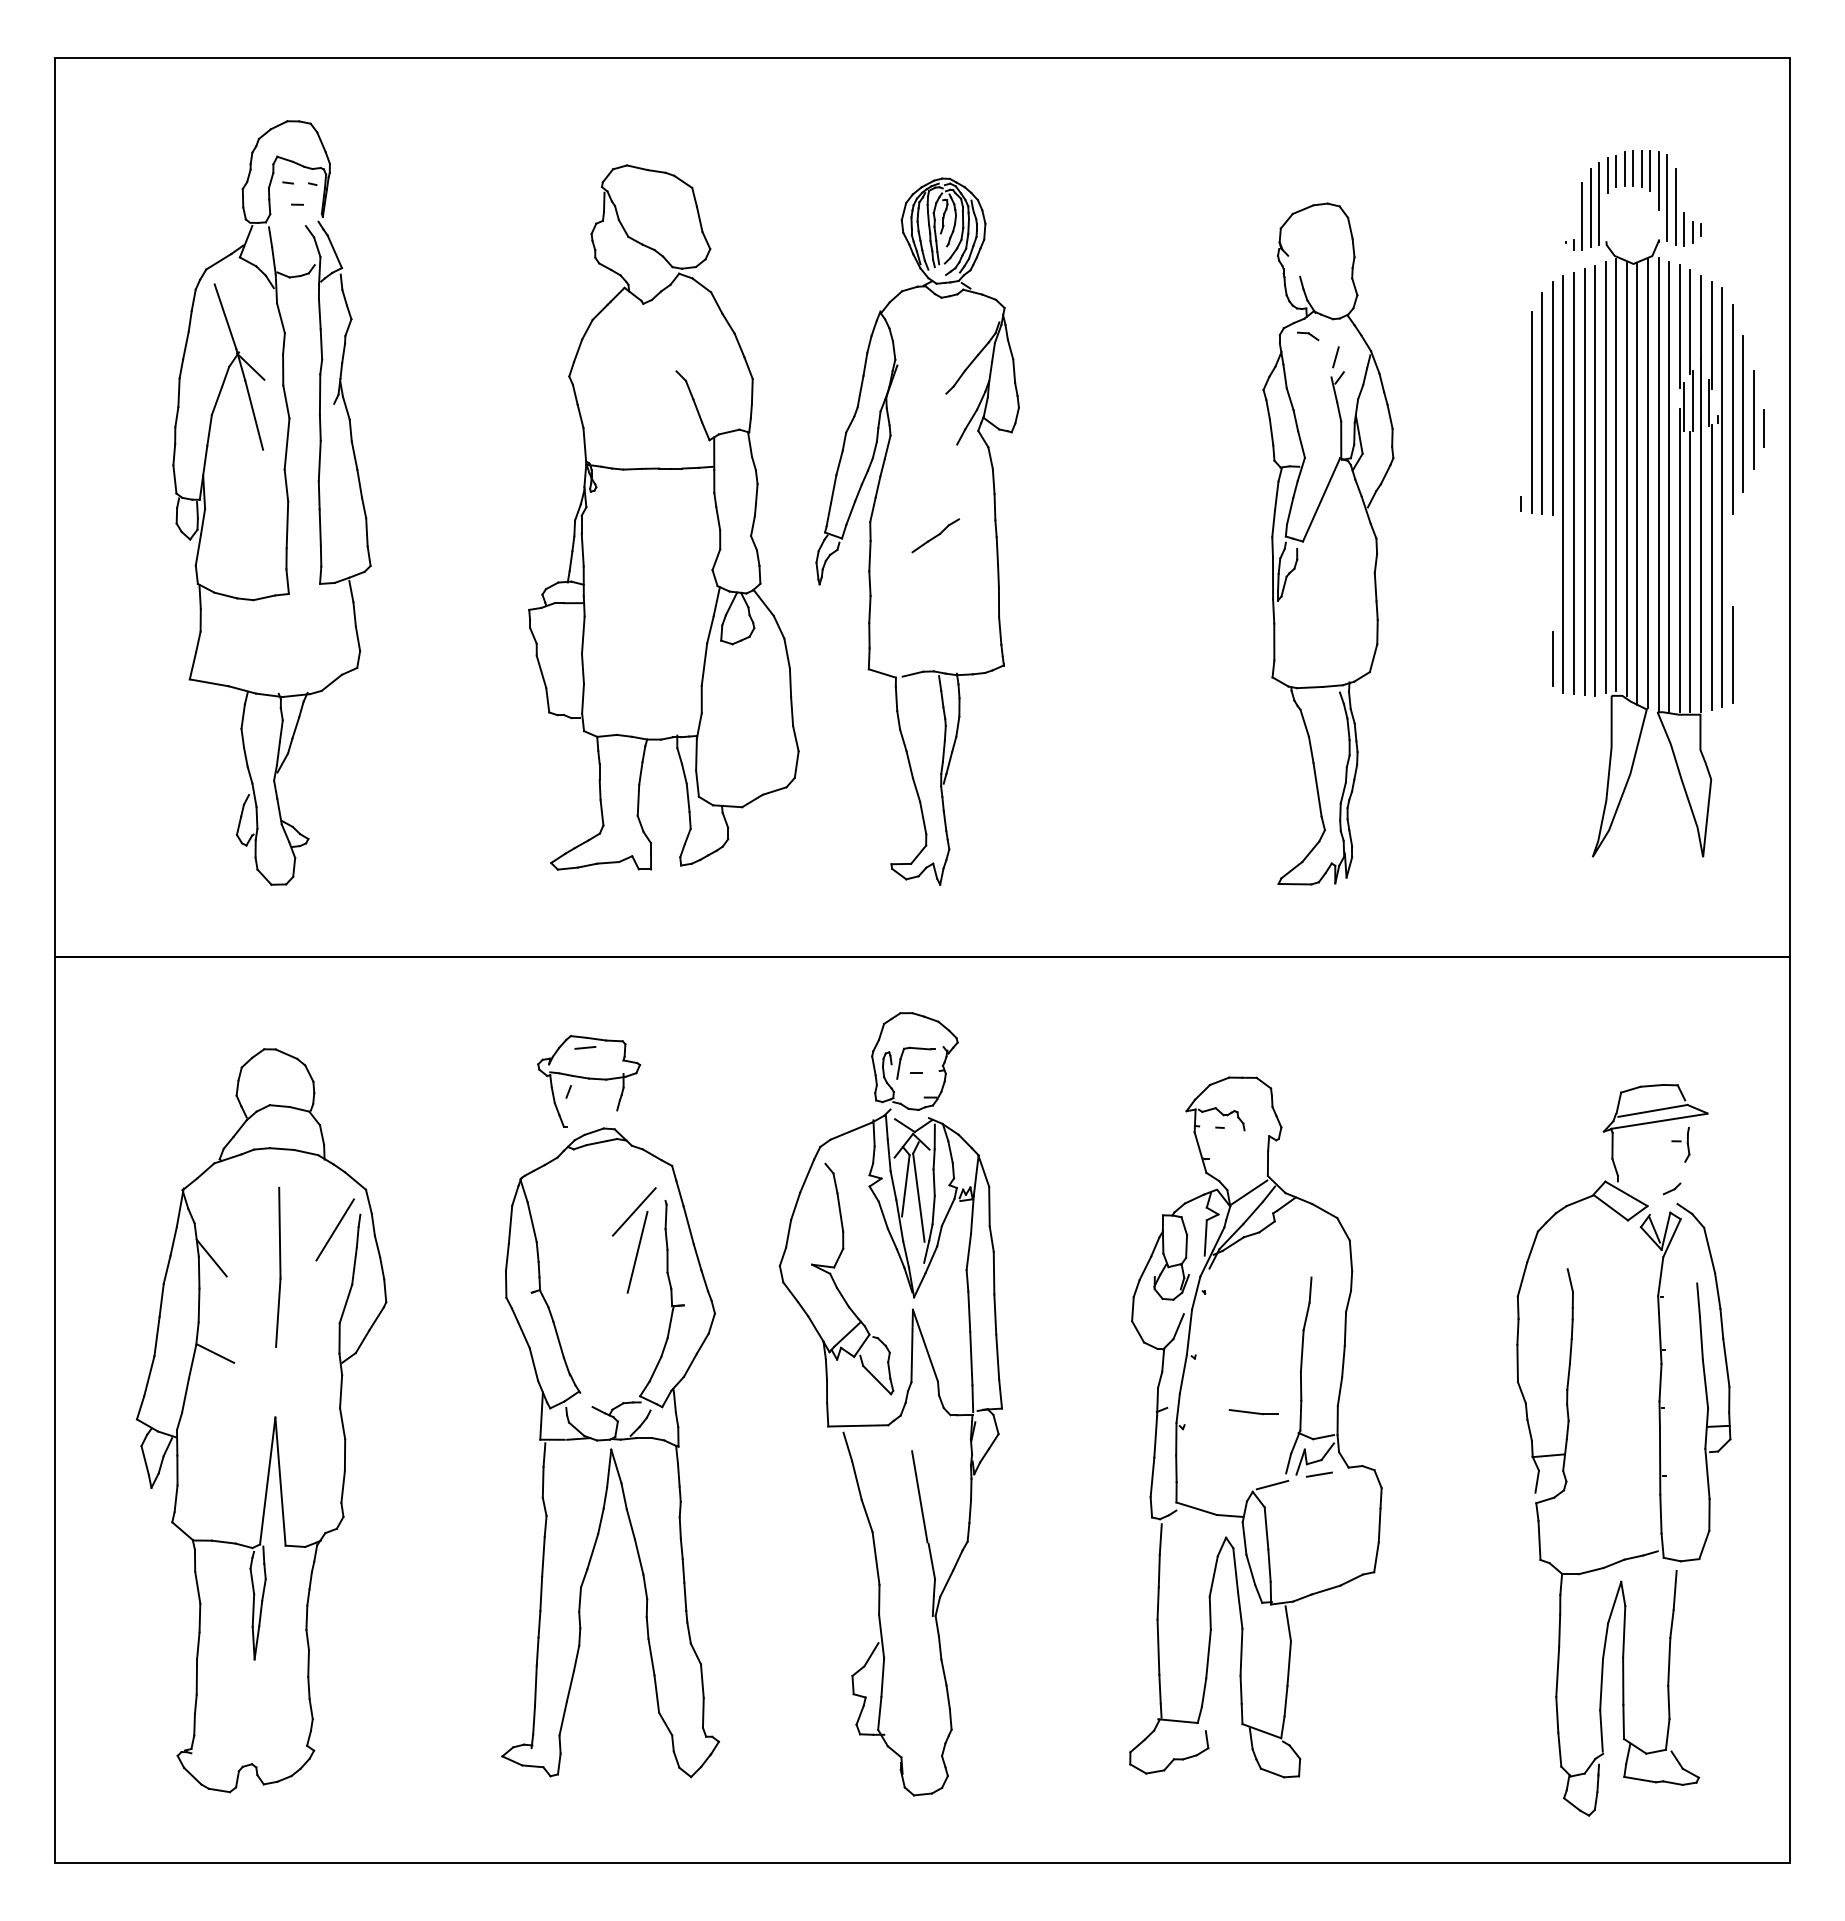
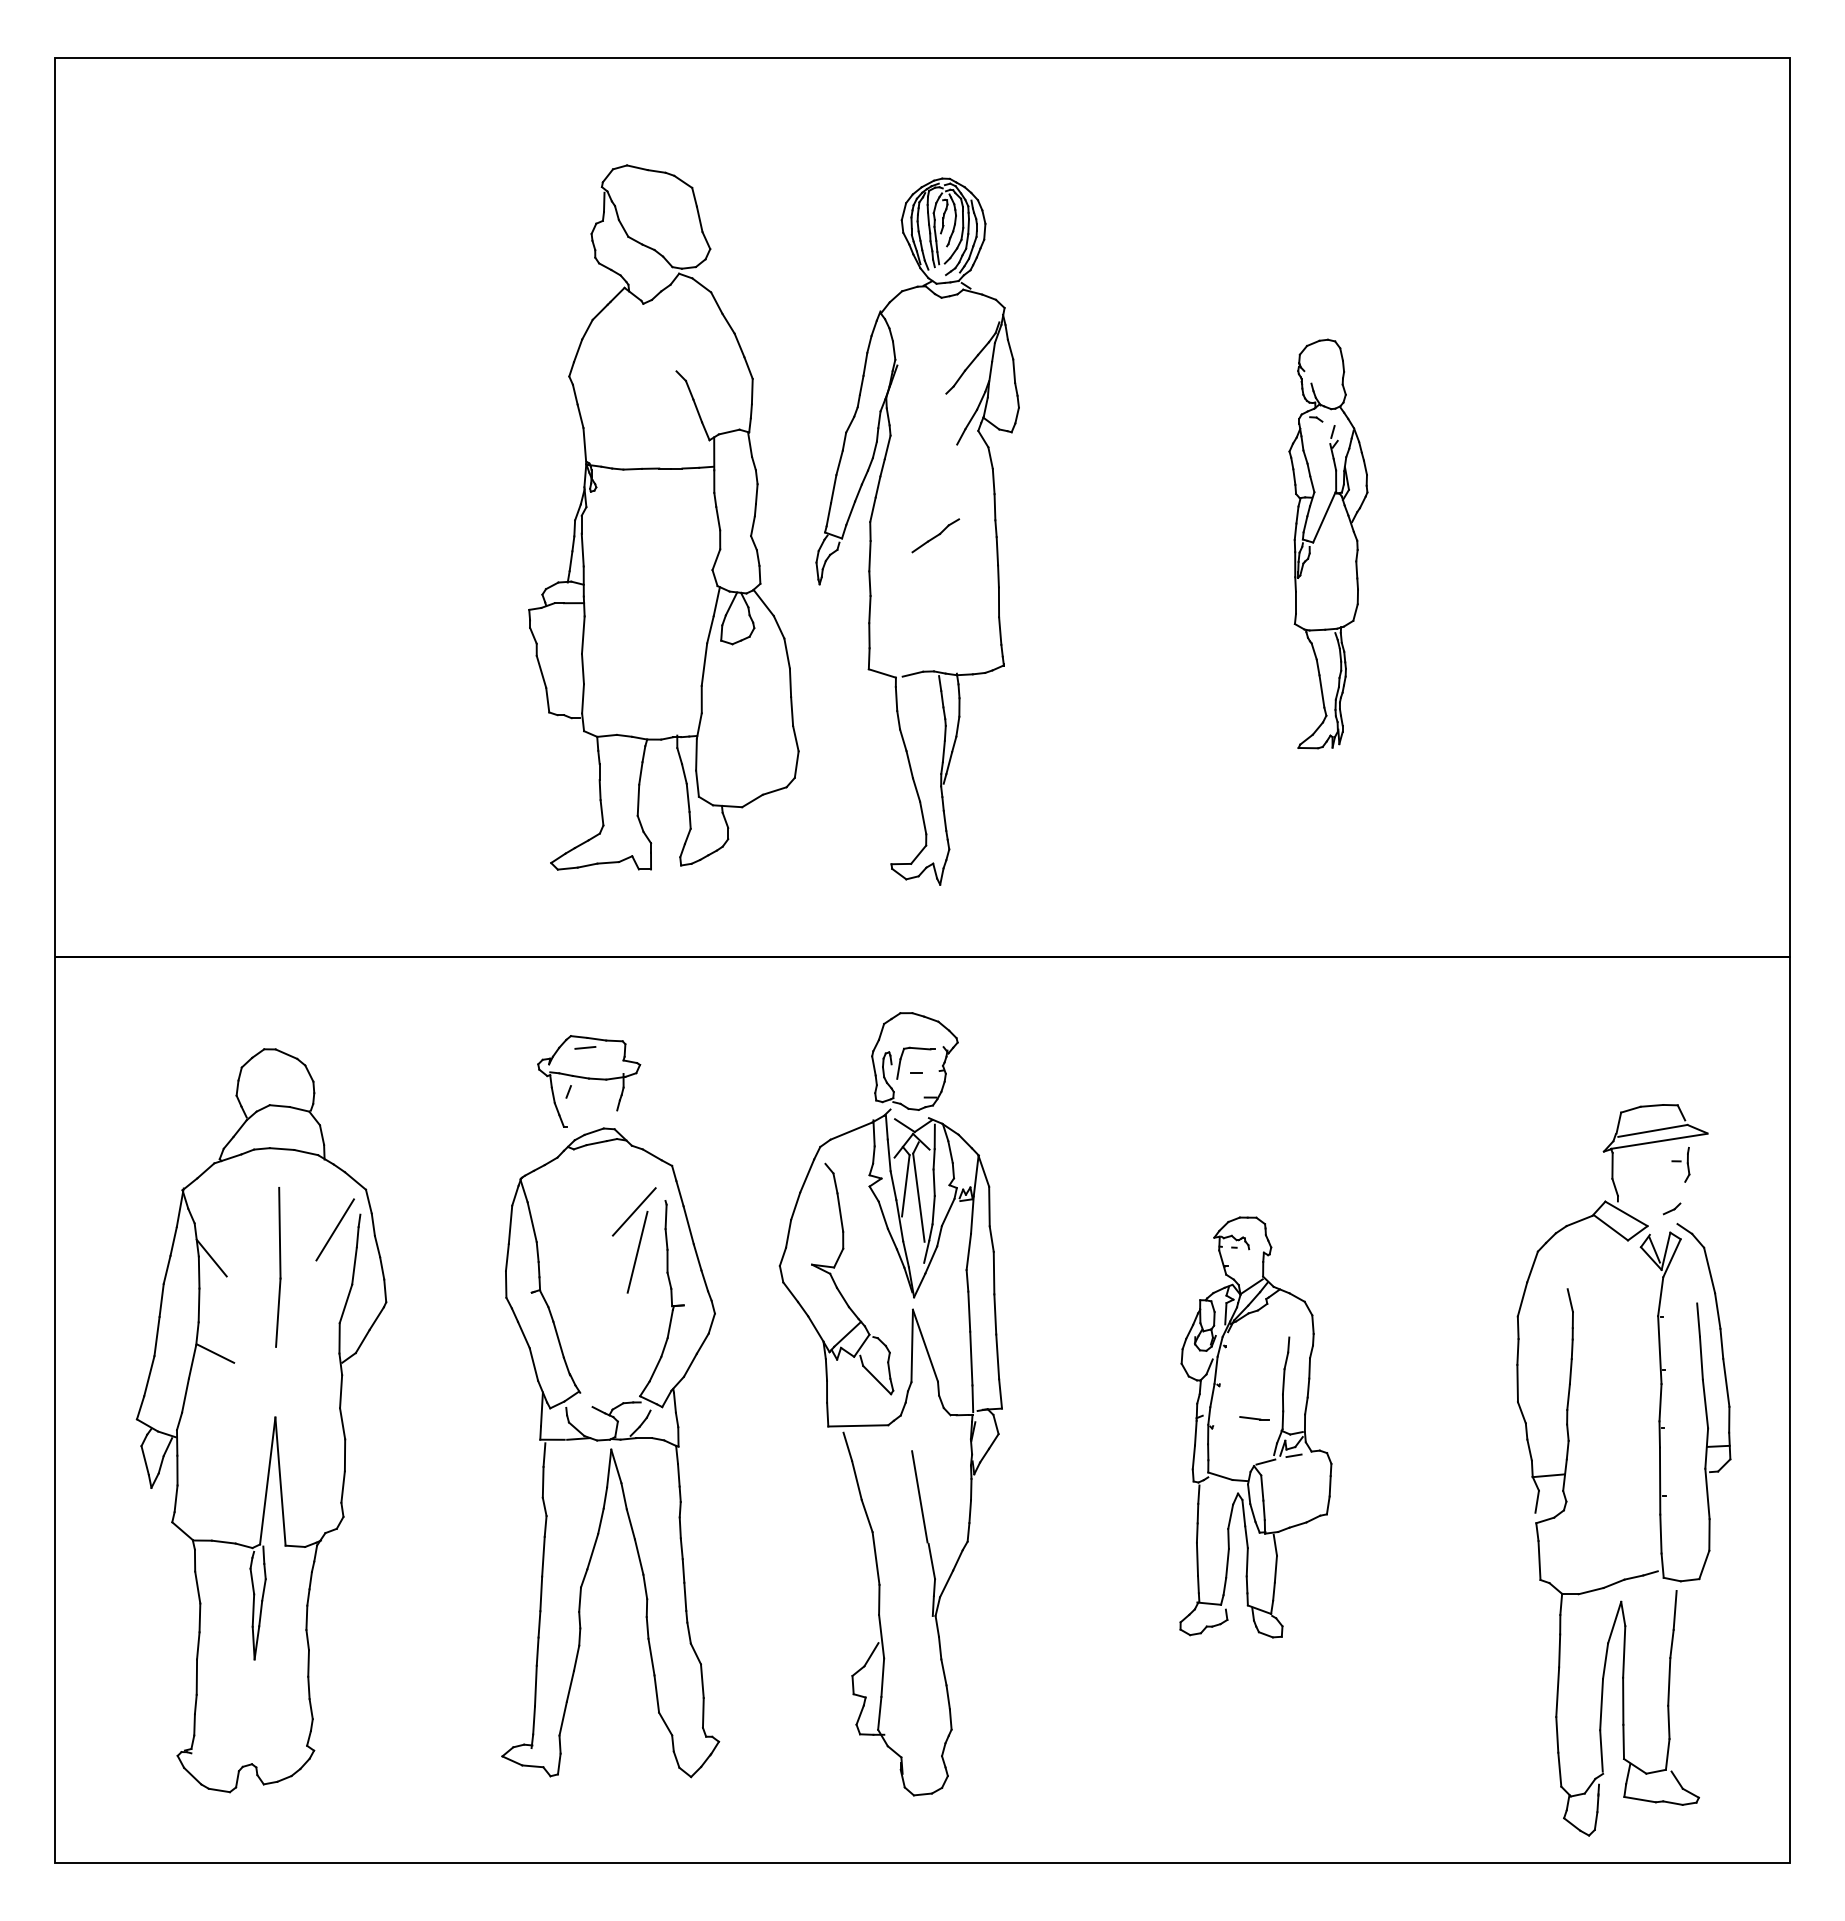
part at (271, 502): present -> none
part at (1642, 503): present -> none
part at (1328, 543) size: 133x684 px -> 81x412 px
part at (1255, 1427) size: 254x703 px -> 154x423 px
part at (1659, 1450) position: (1659, 1450) -> (1659, 1470)
